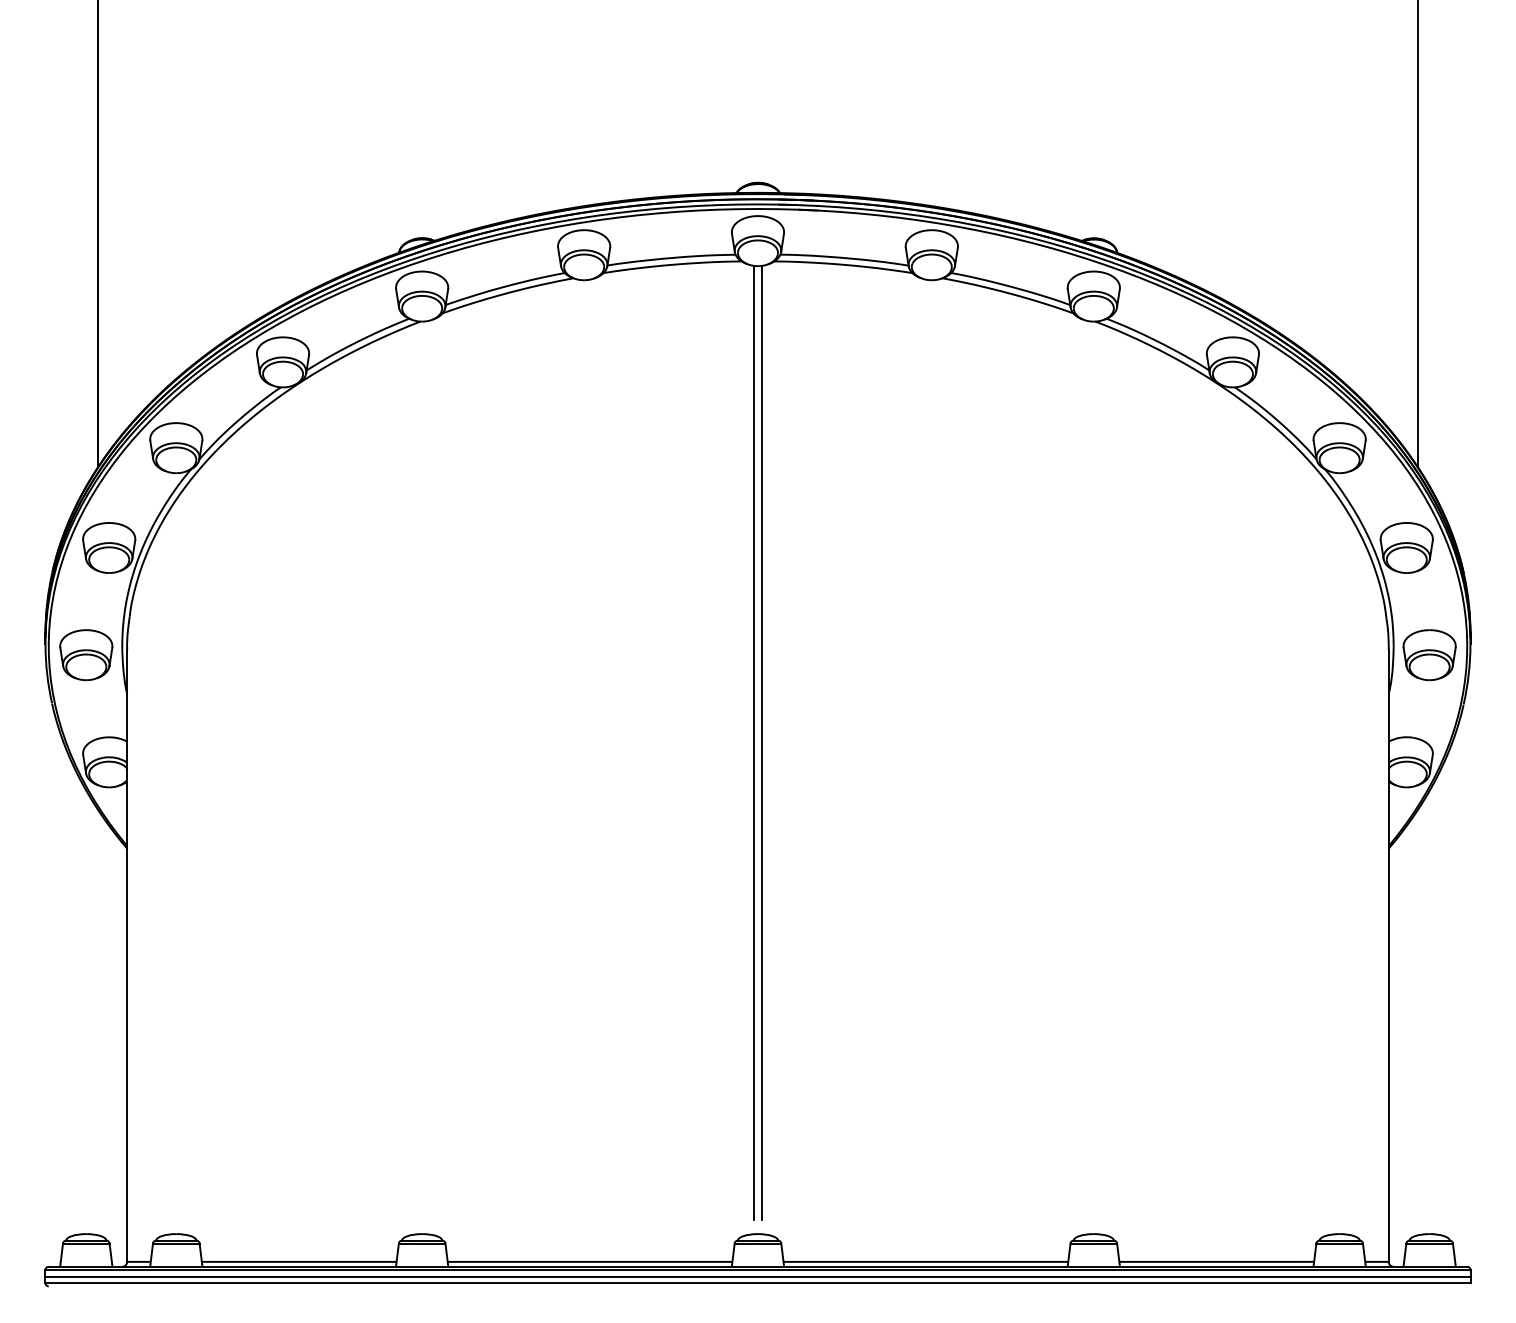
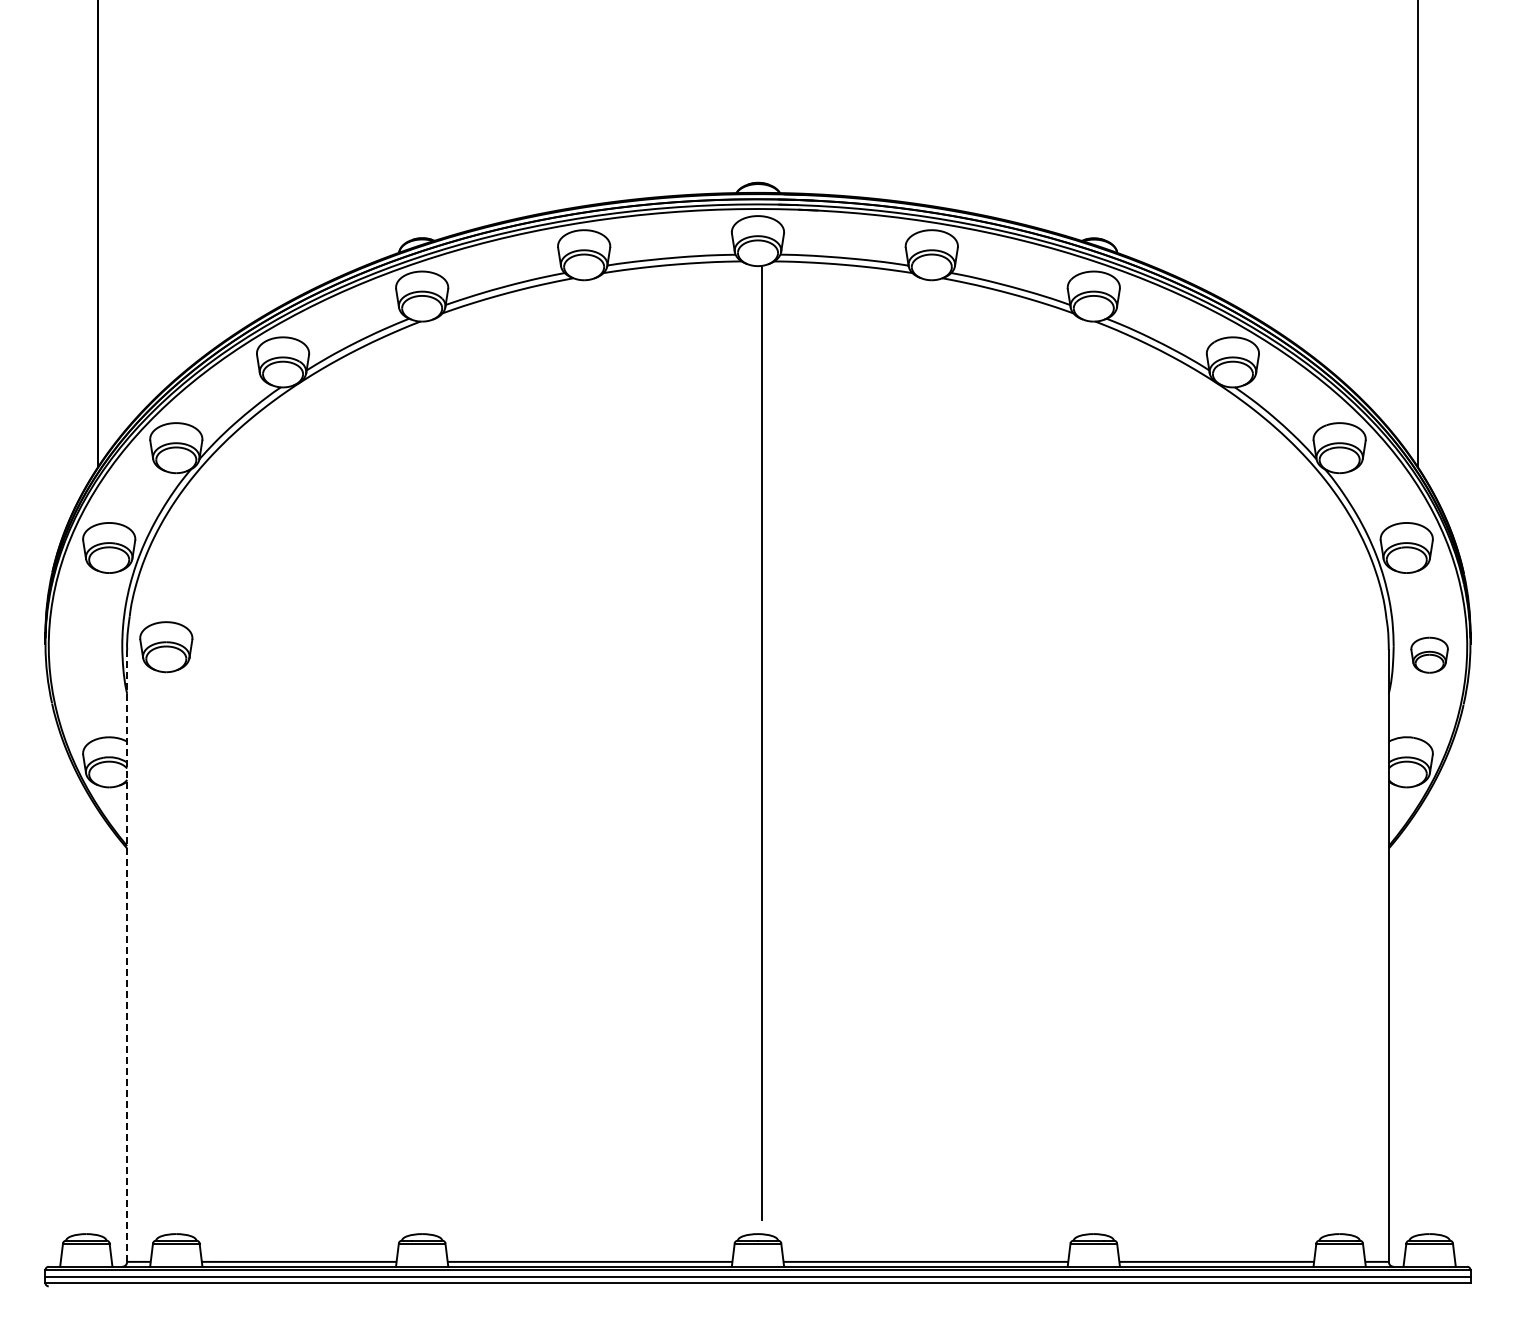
part at (86, 655) position: (86, 655) -> (166, 647)
part at (1429, 655) size: 55x53 px -> 39x38 px
line at (753, 742): present -> none
line at (127, 955): solid -> dashed
